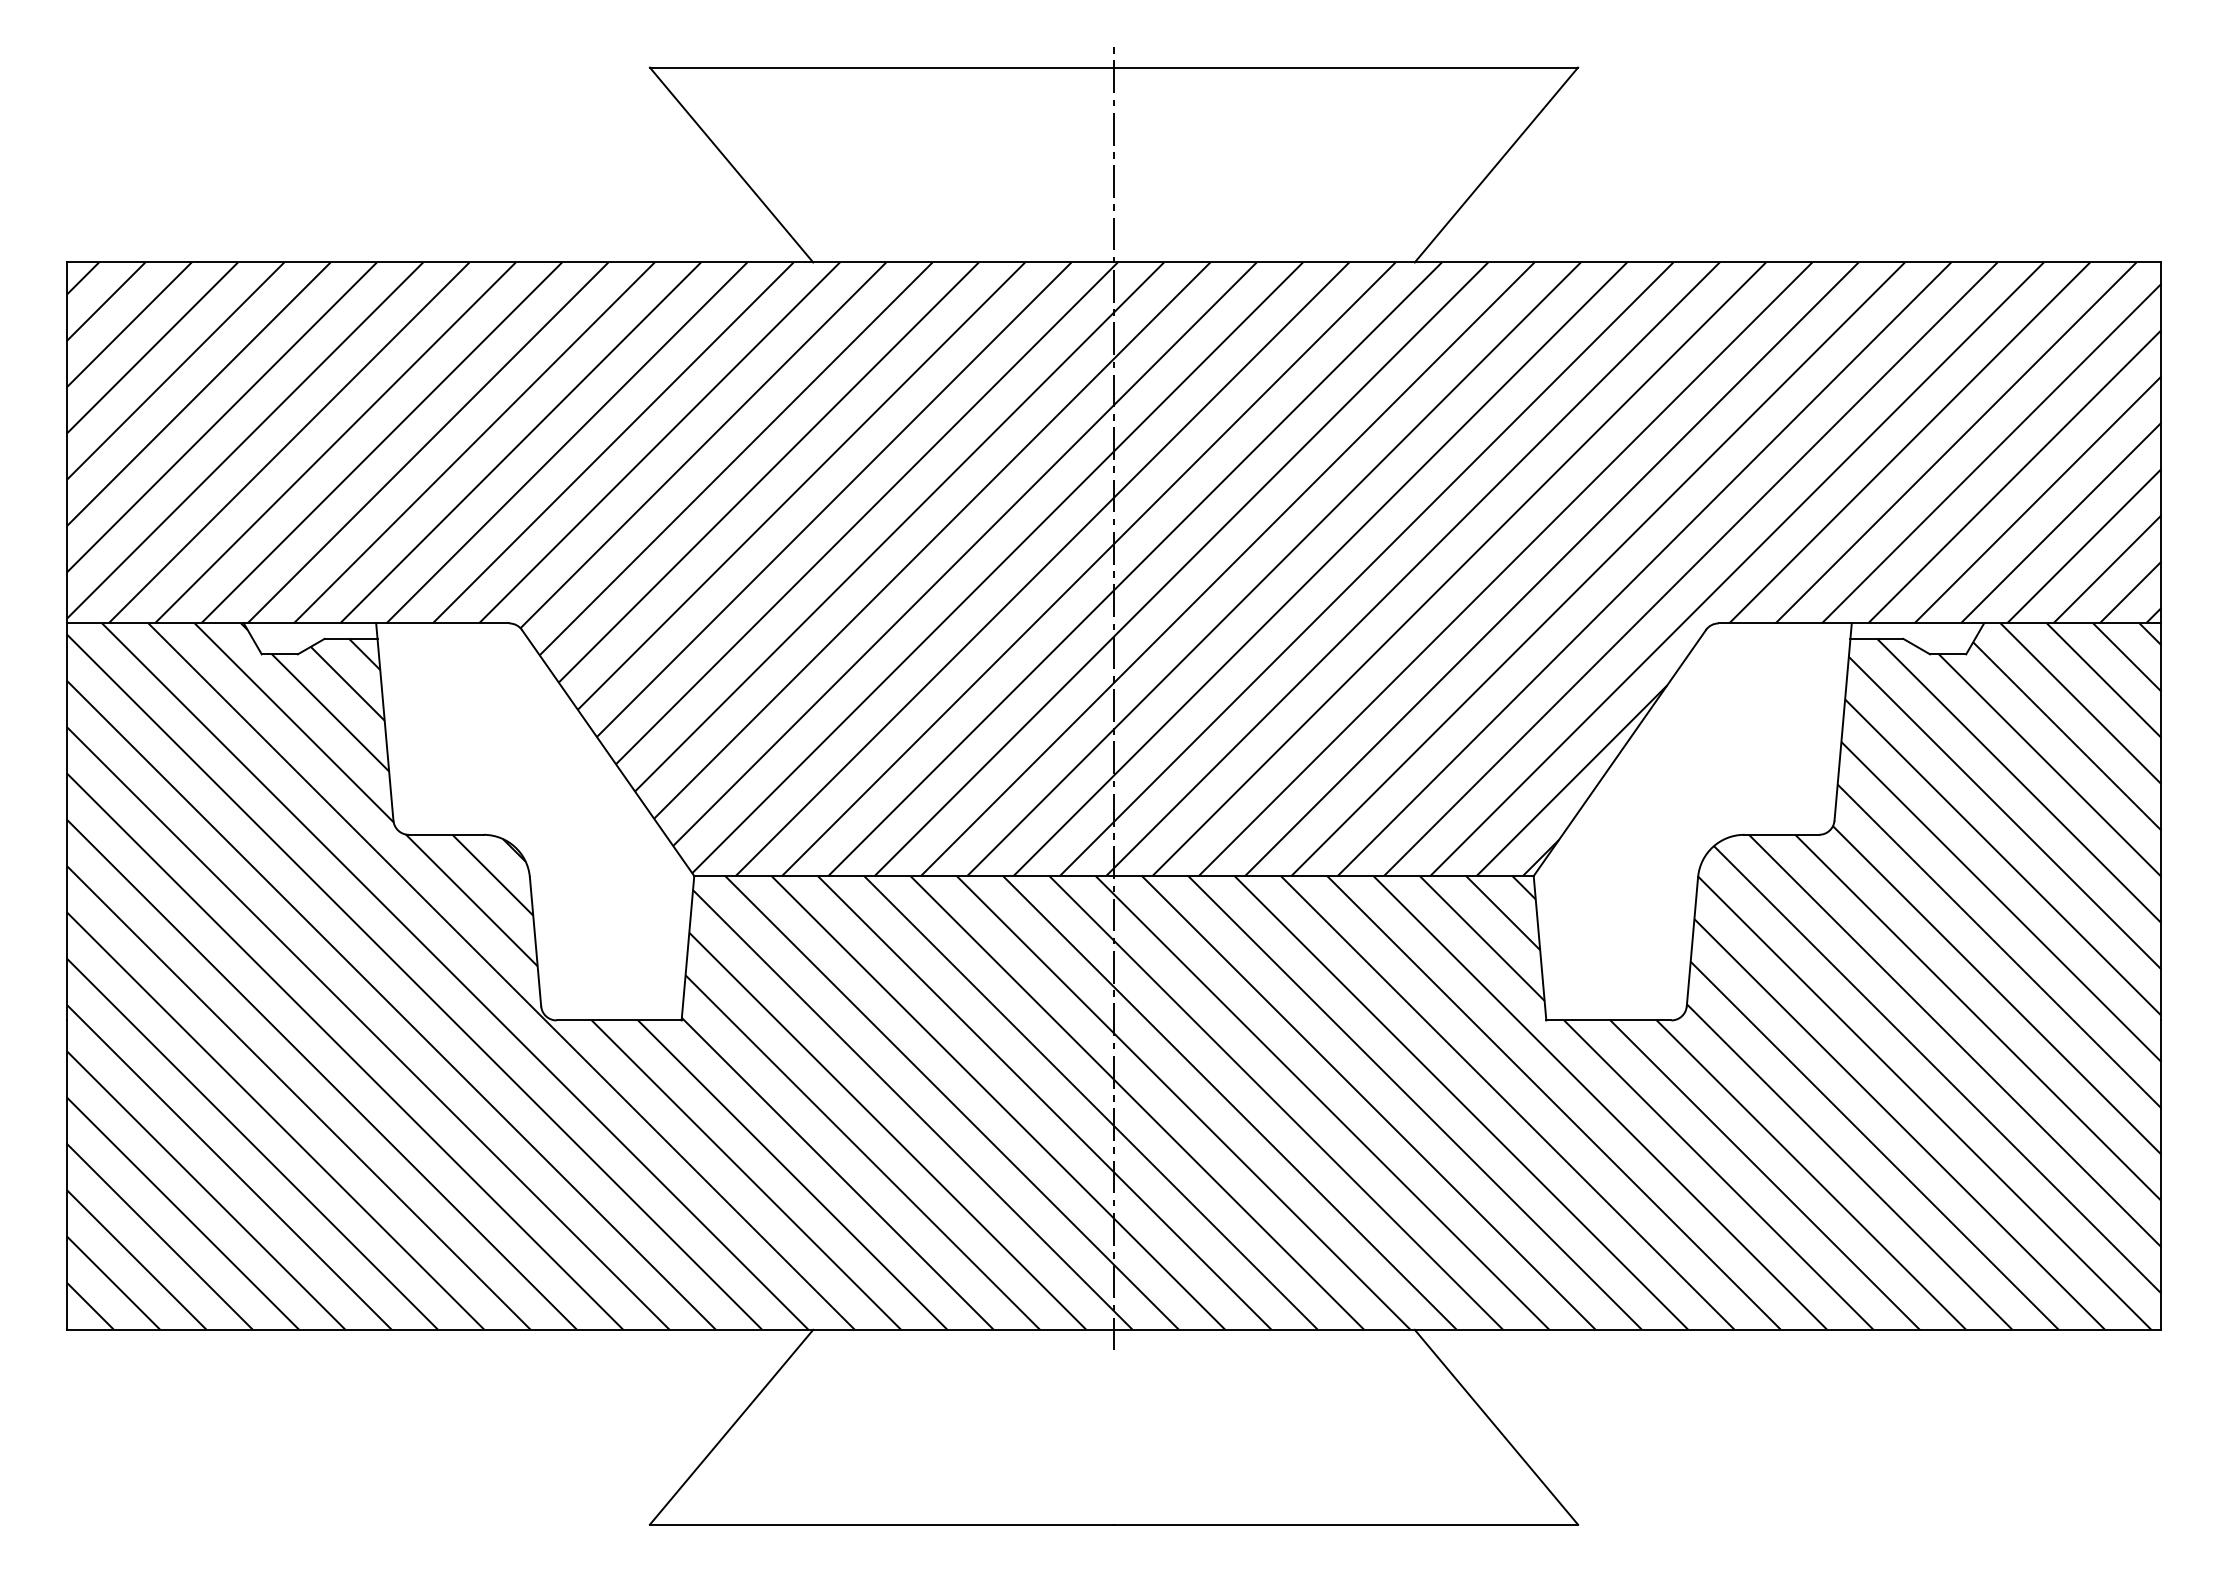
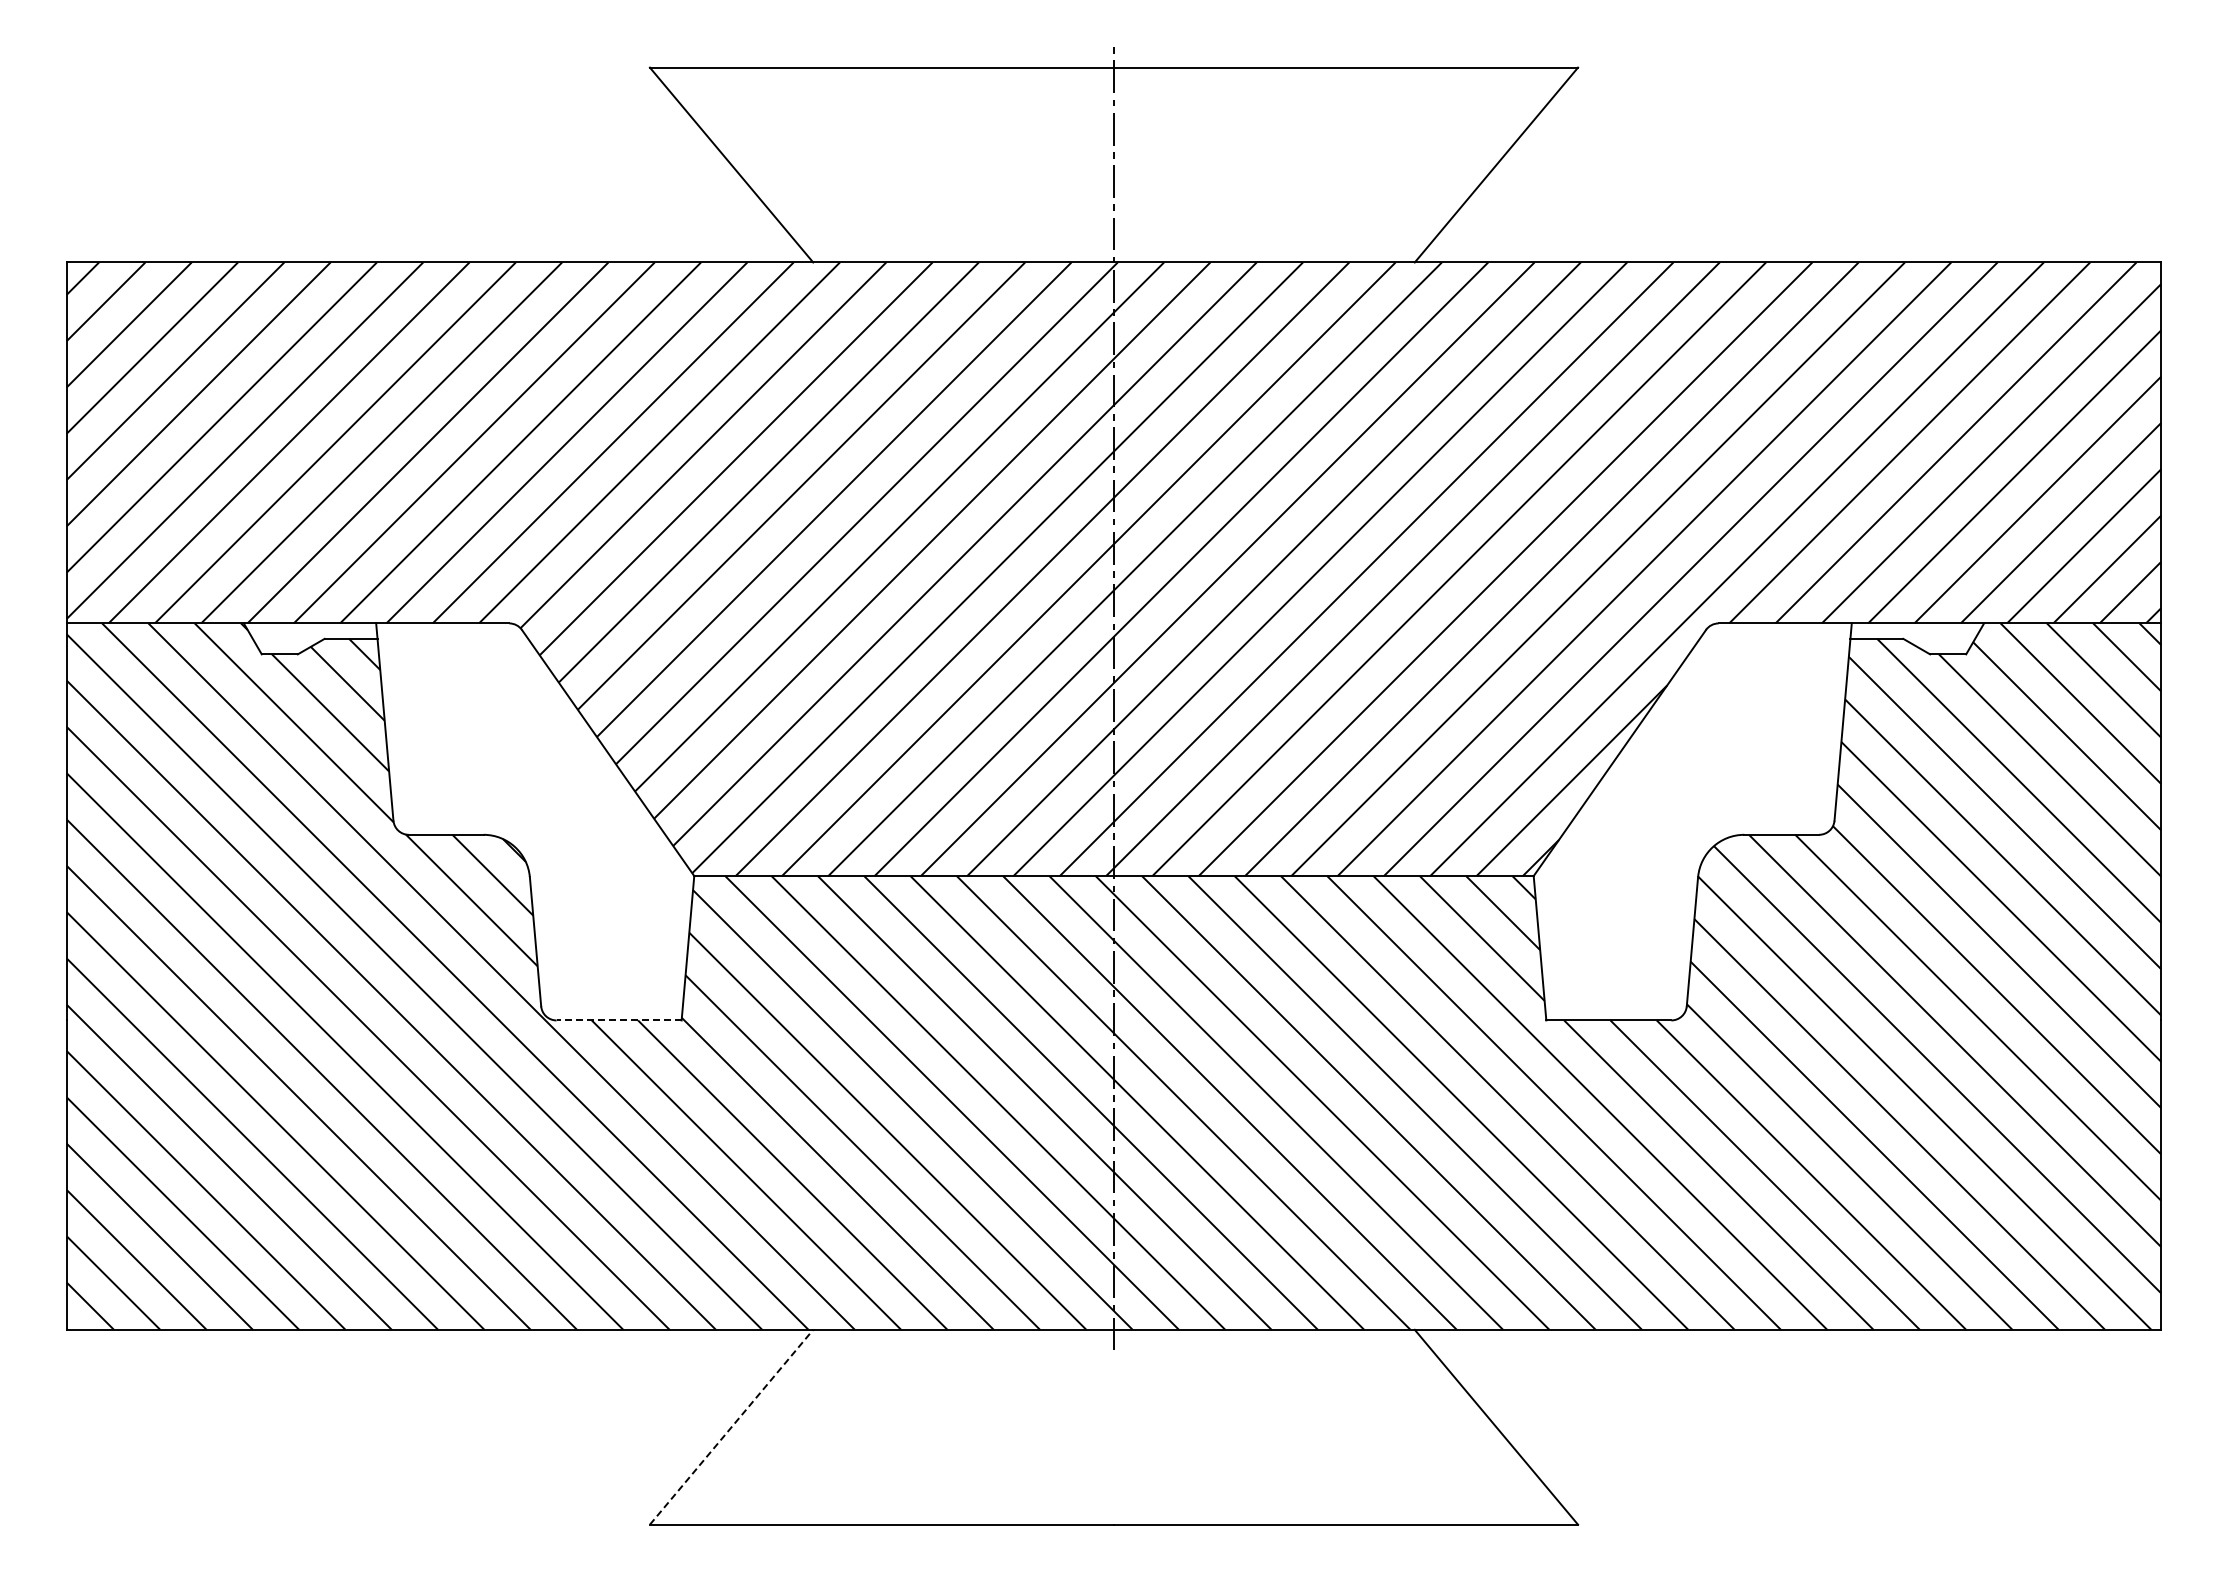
line at (619, 1020): solid -> dashed
line at (731, 1426): solid -> dashed
